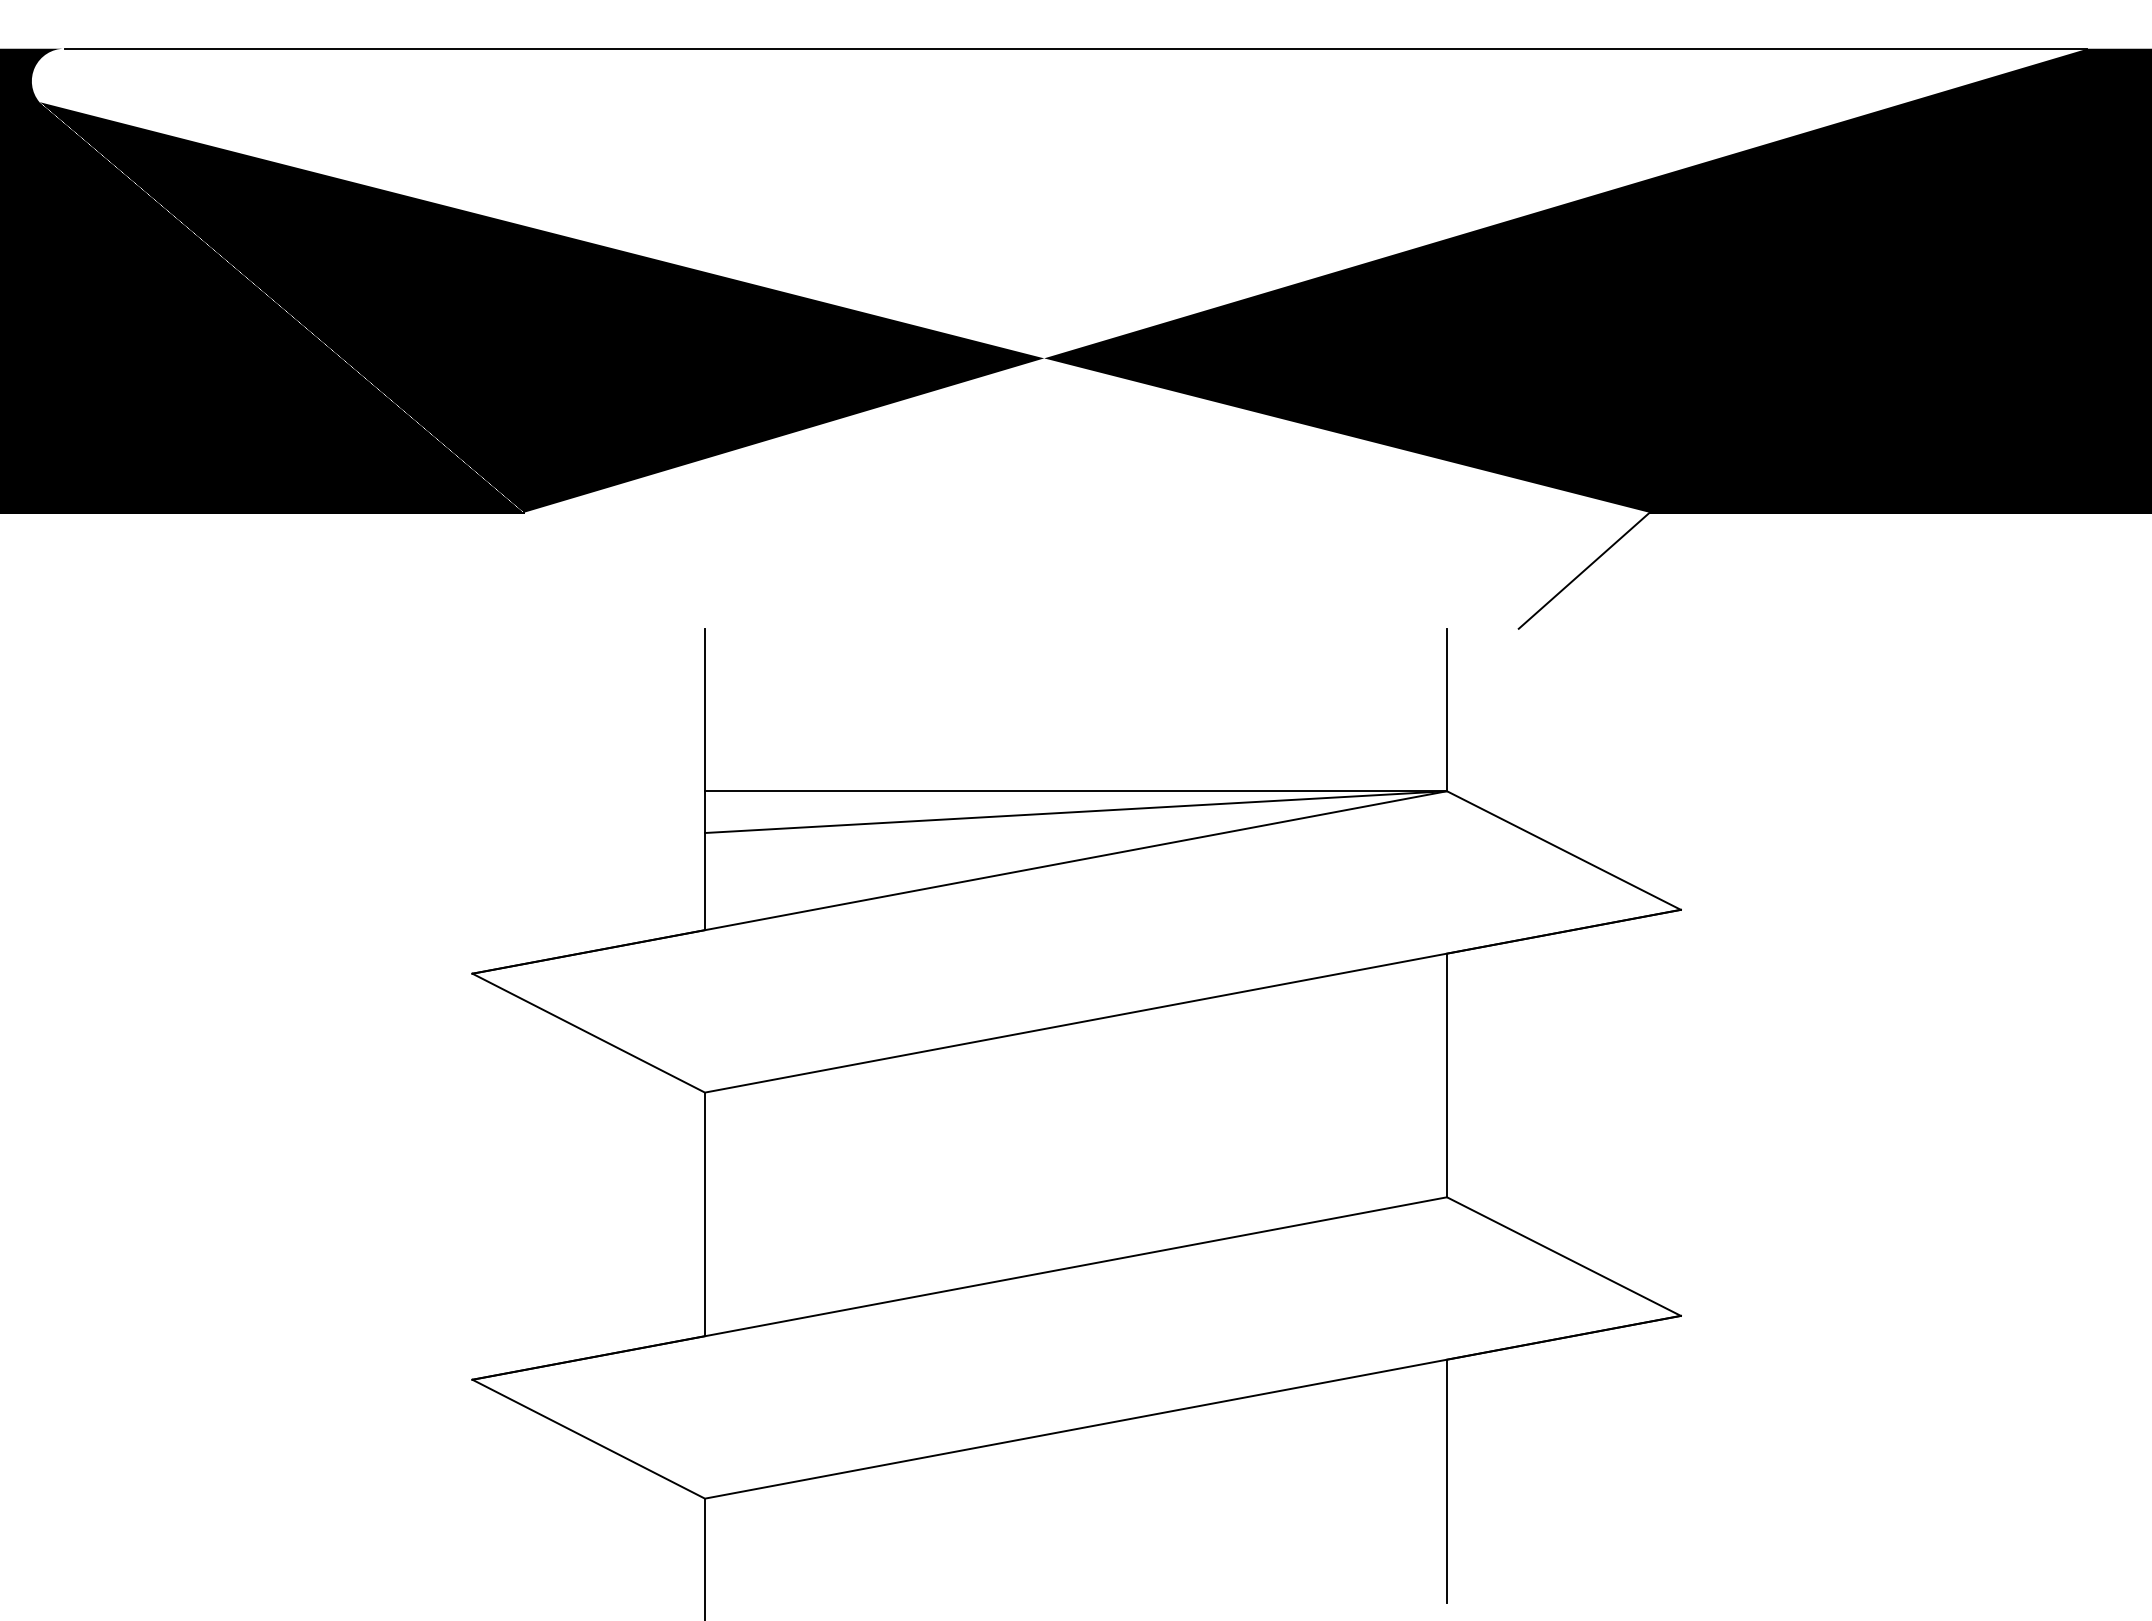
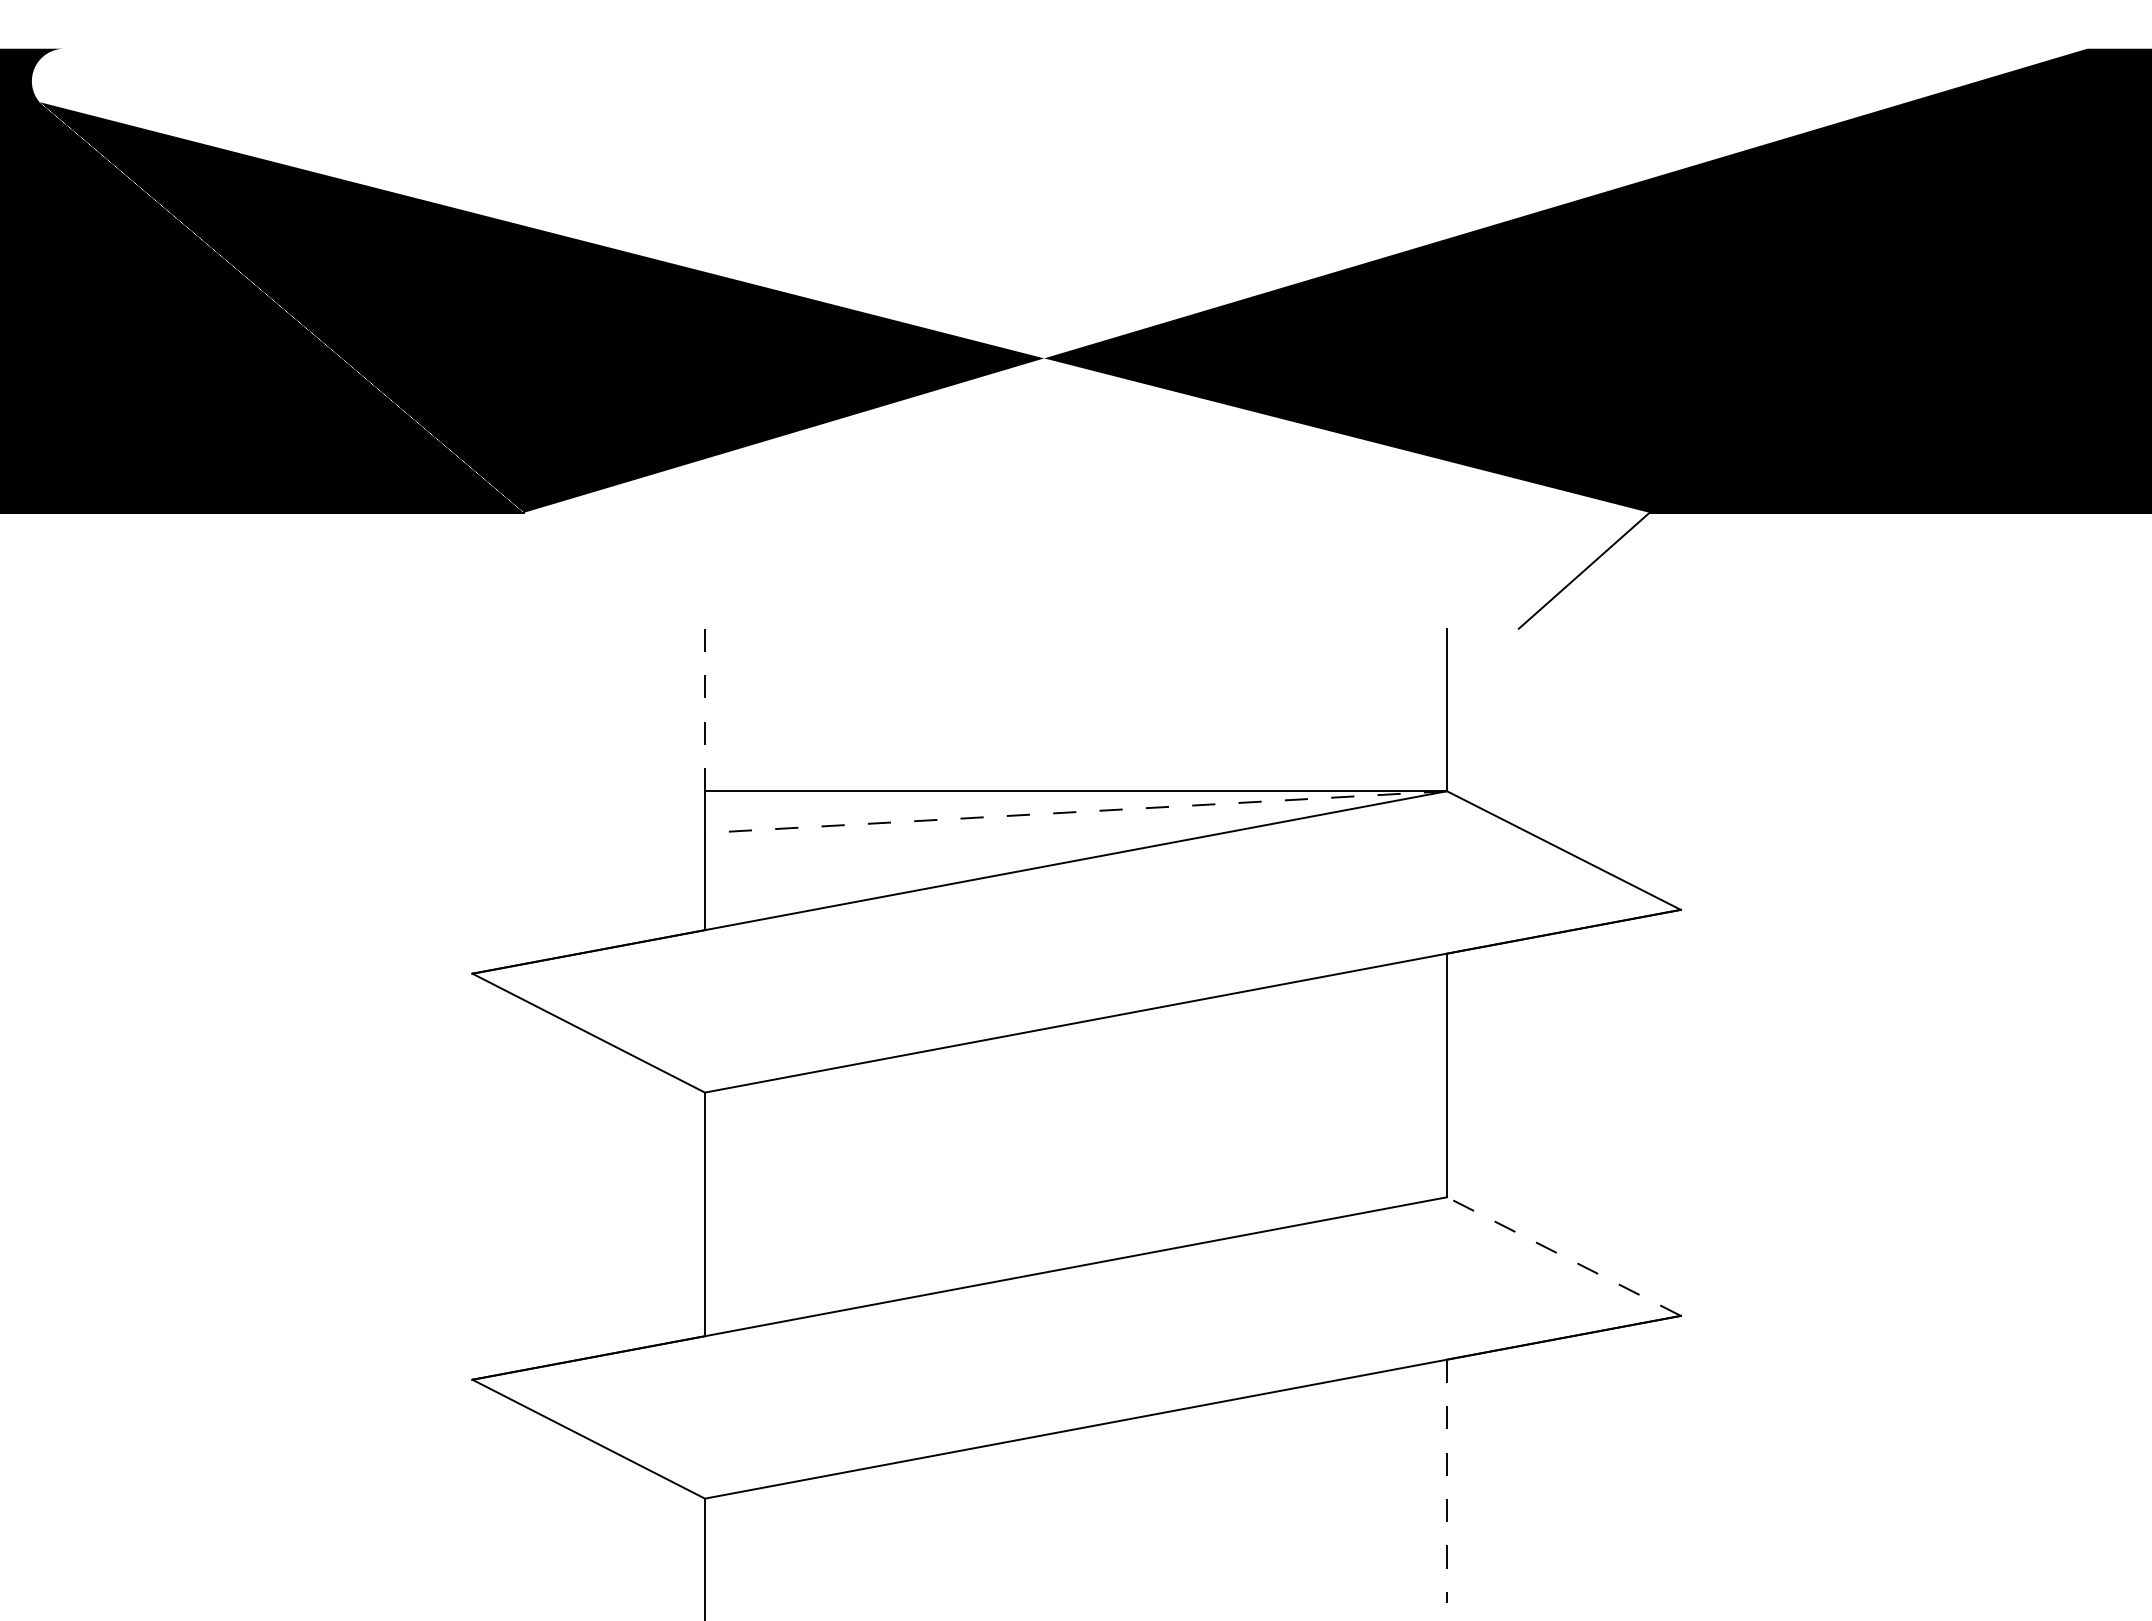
line at (1075, 48): present -> none
line at (704, 709): solid -> dashed
line at (1076, 812): solid -> dashed
line at (1563, 1256): solid -> dashed
line at (1447, 1481): solid -> dashed
